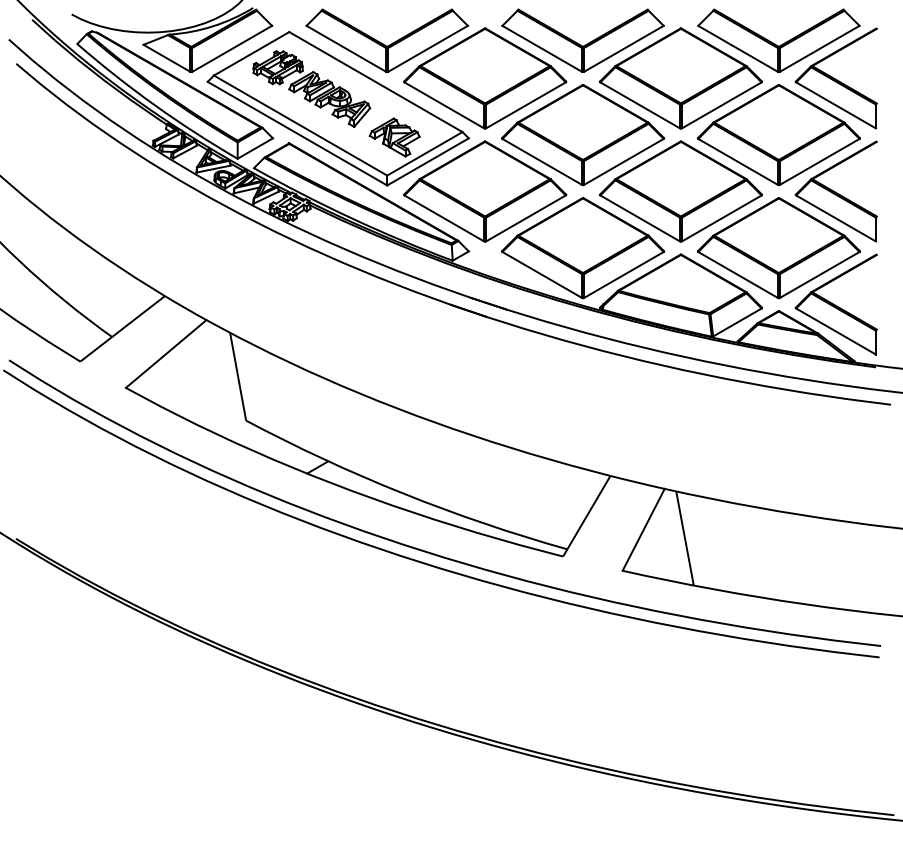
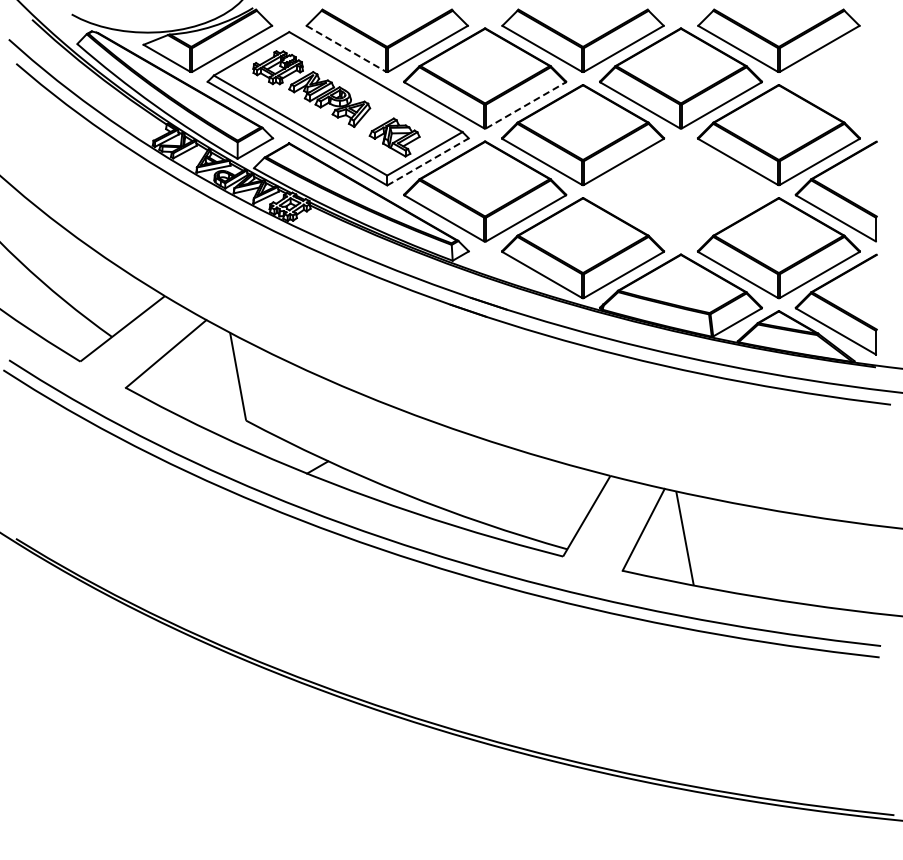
line at (346, 49): solid -> dashed
part at (835, 78): present -> none
line at (526, 105): solid -> dashed
line at (428, 161): solid -> dashed
part at (680, 191): present -> none
